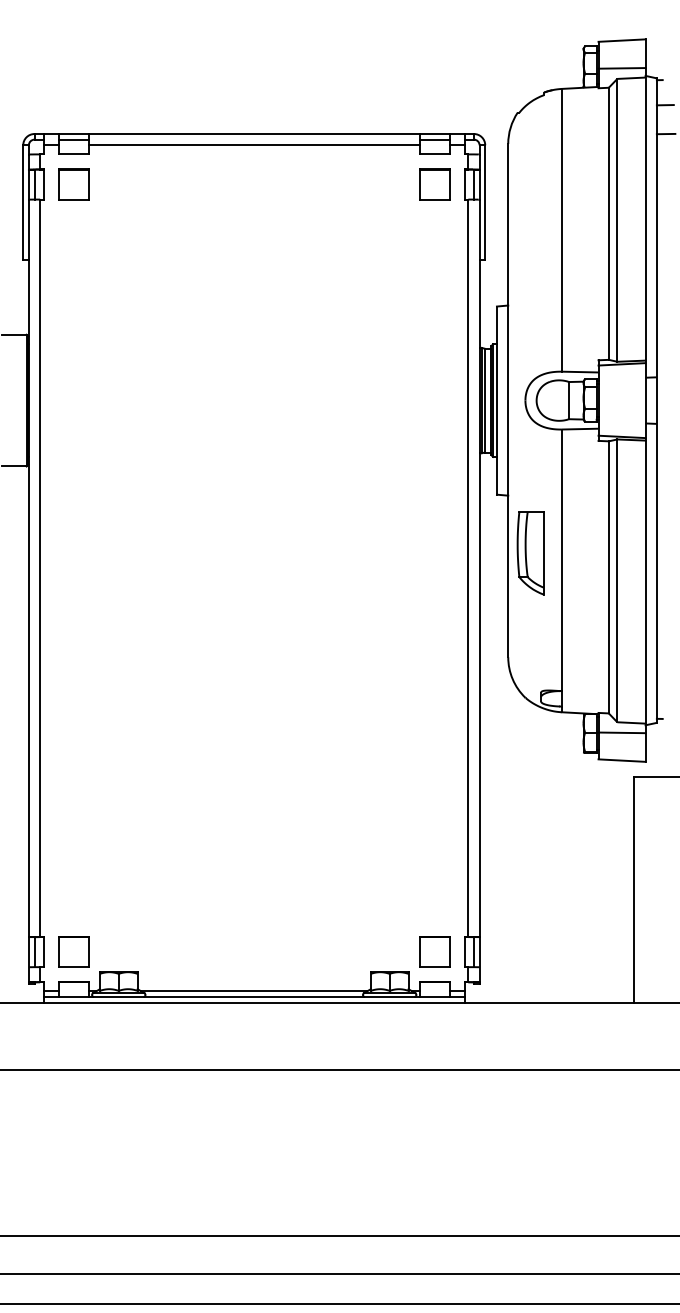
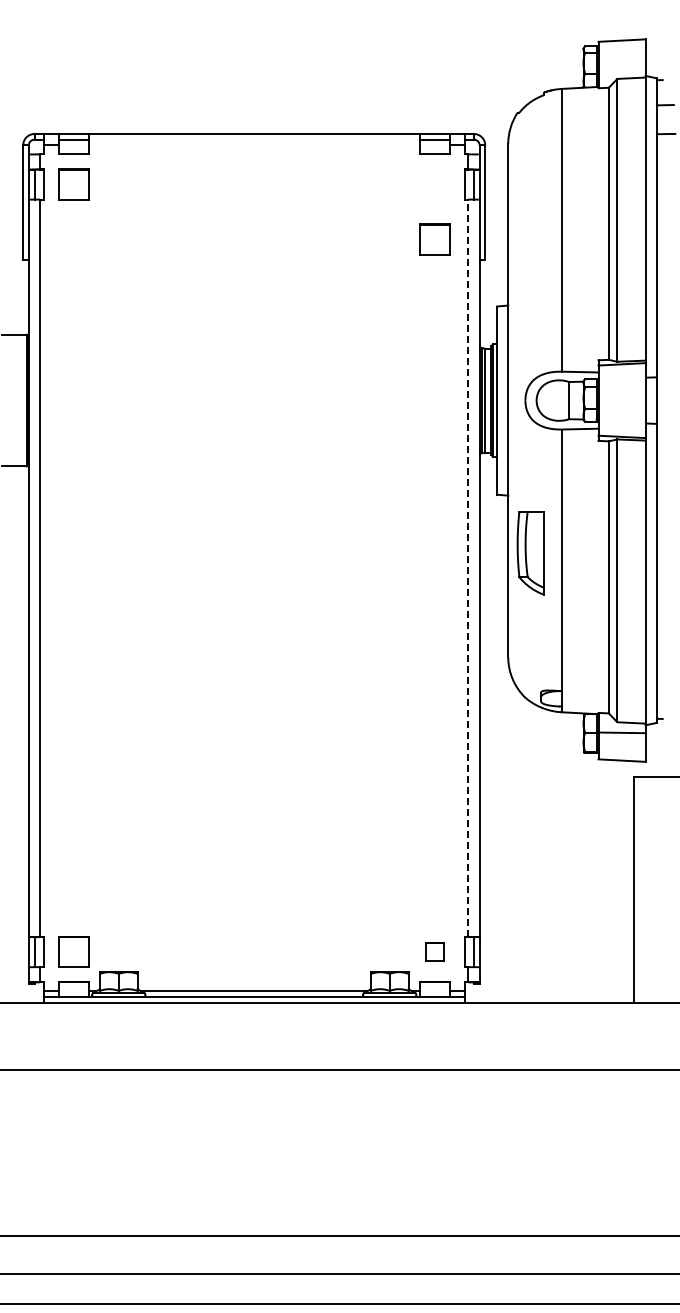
line at (621, 68): present -> none
line at (253, 145): present -> none
part at (434, 184) position: (434, 184) -> (434, 239)
line at (468, 568): solid -> dashed
part at (434, 951) size: 32x32 px -> 20x20 px
